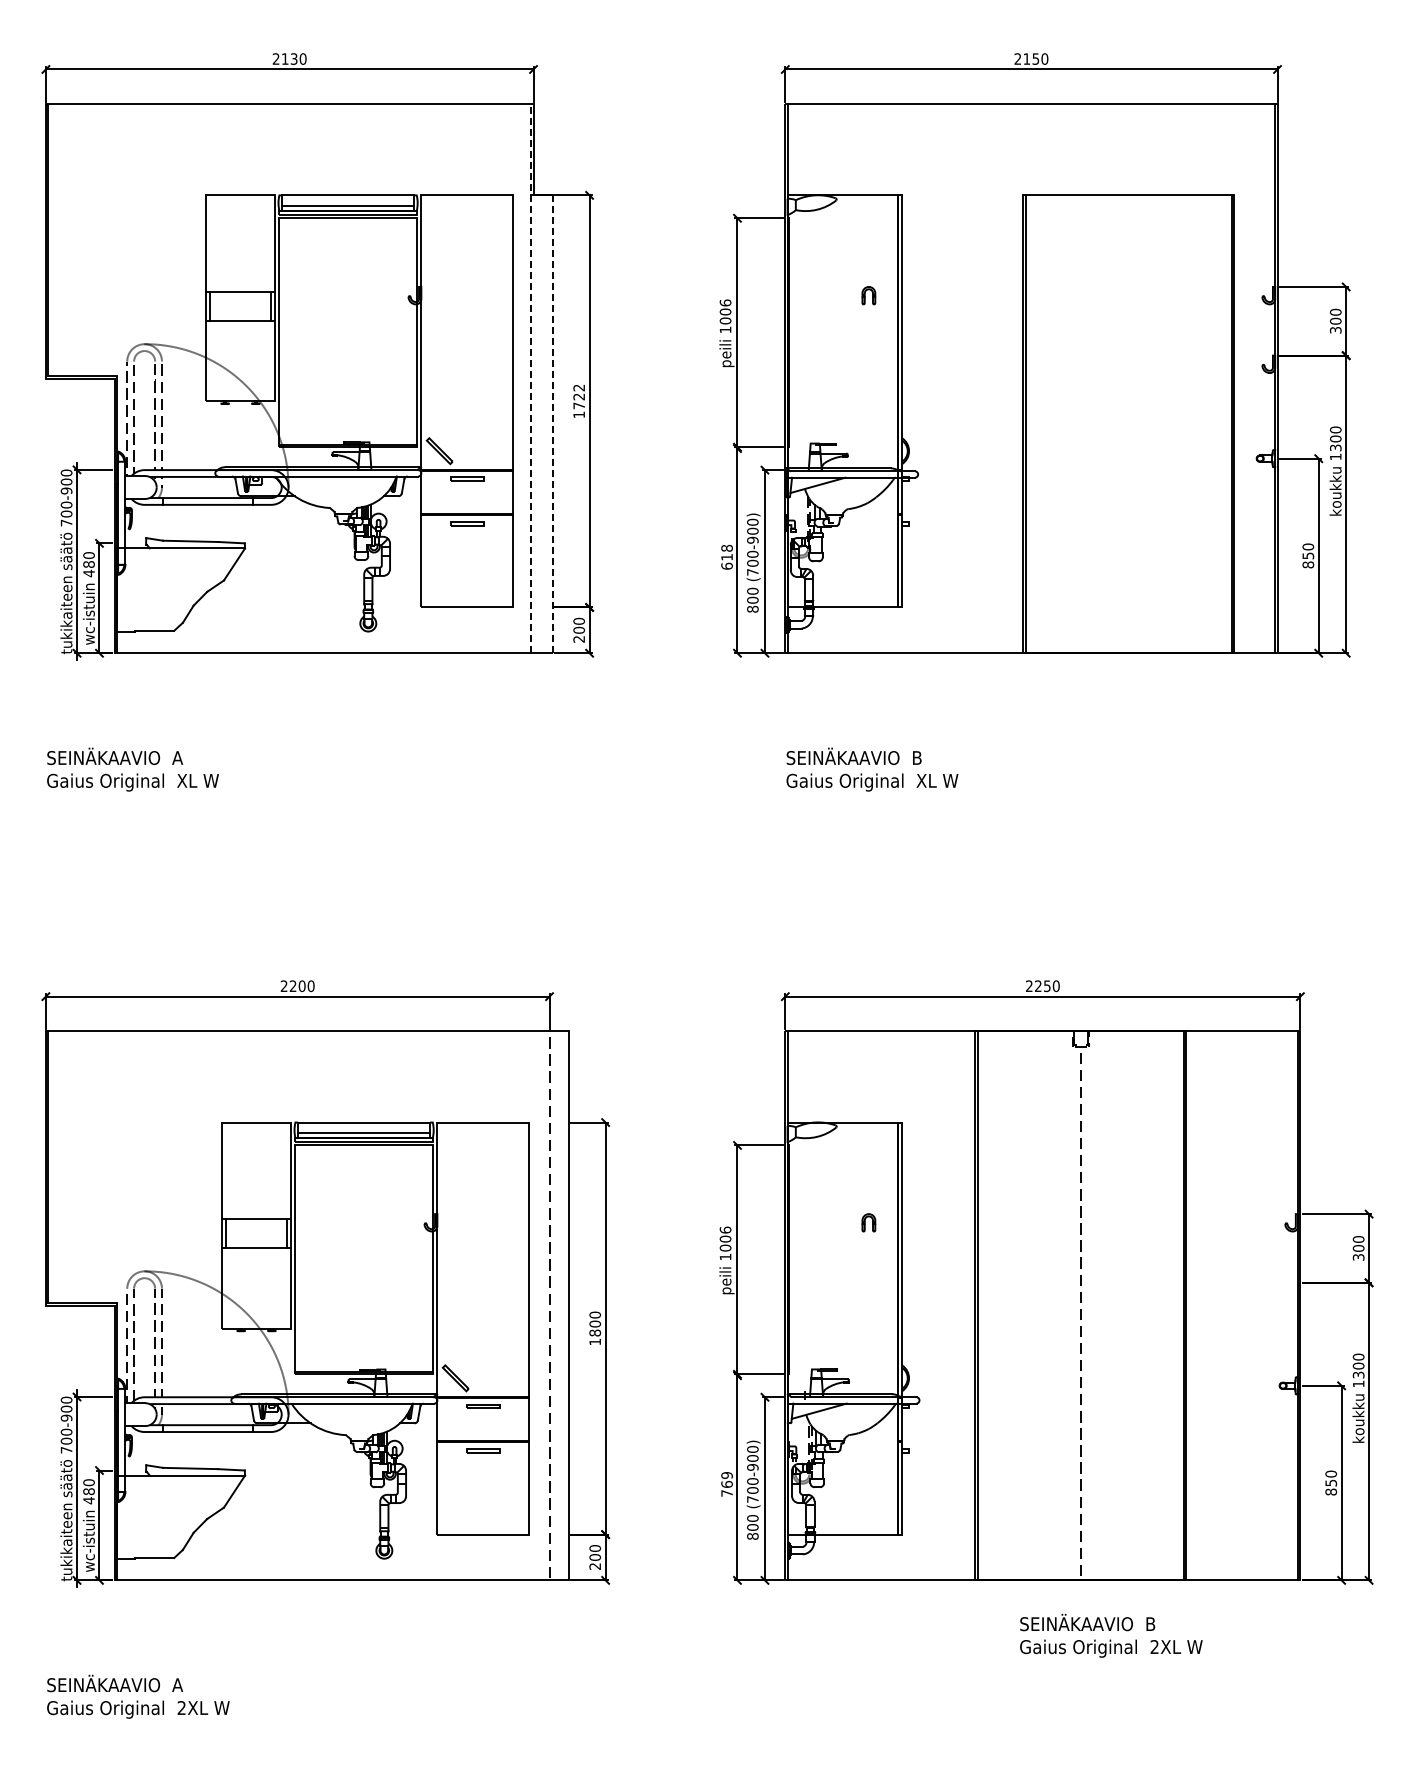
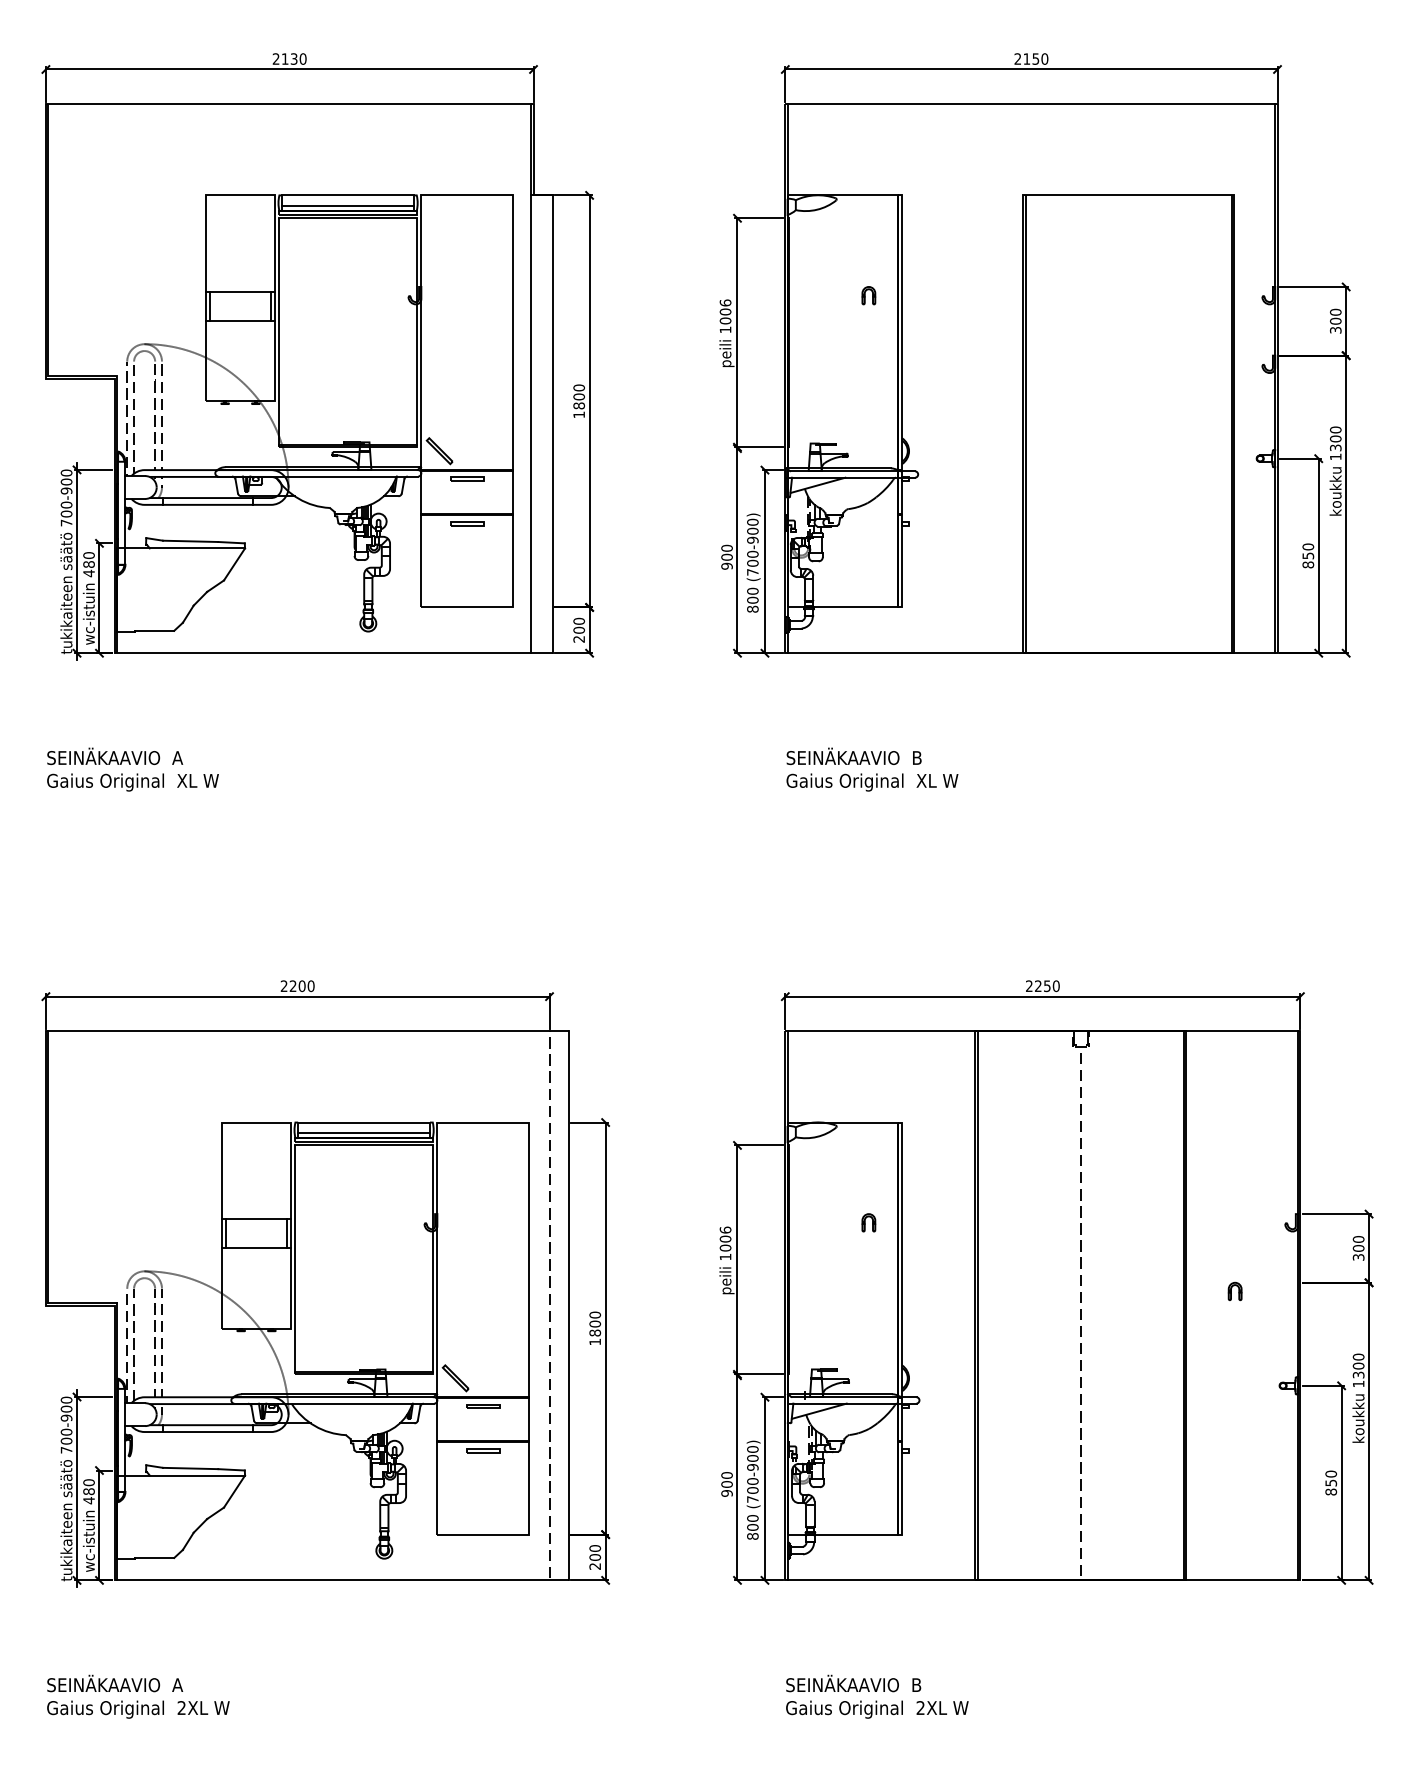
line at (531, 378): dashed -> solid
text at (579, 396): 1722 -> 1800
line at (552, 424): dashed -> solid
text at (726, 556): 618 -> 900
part at (1234, 1291): none -> present
text at (726, 1484): 769 -> 900
text at (1111, 1635) position: (1111, 1635) -> (877, 1696)
